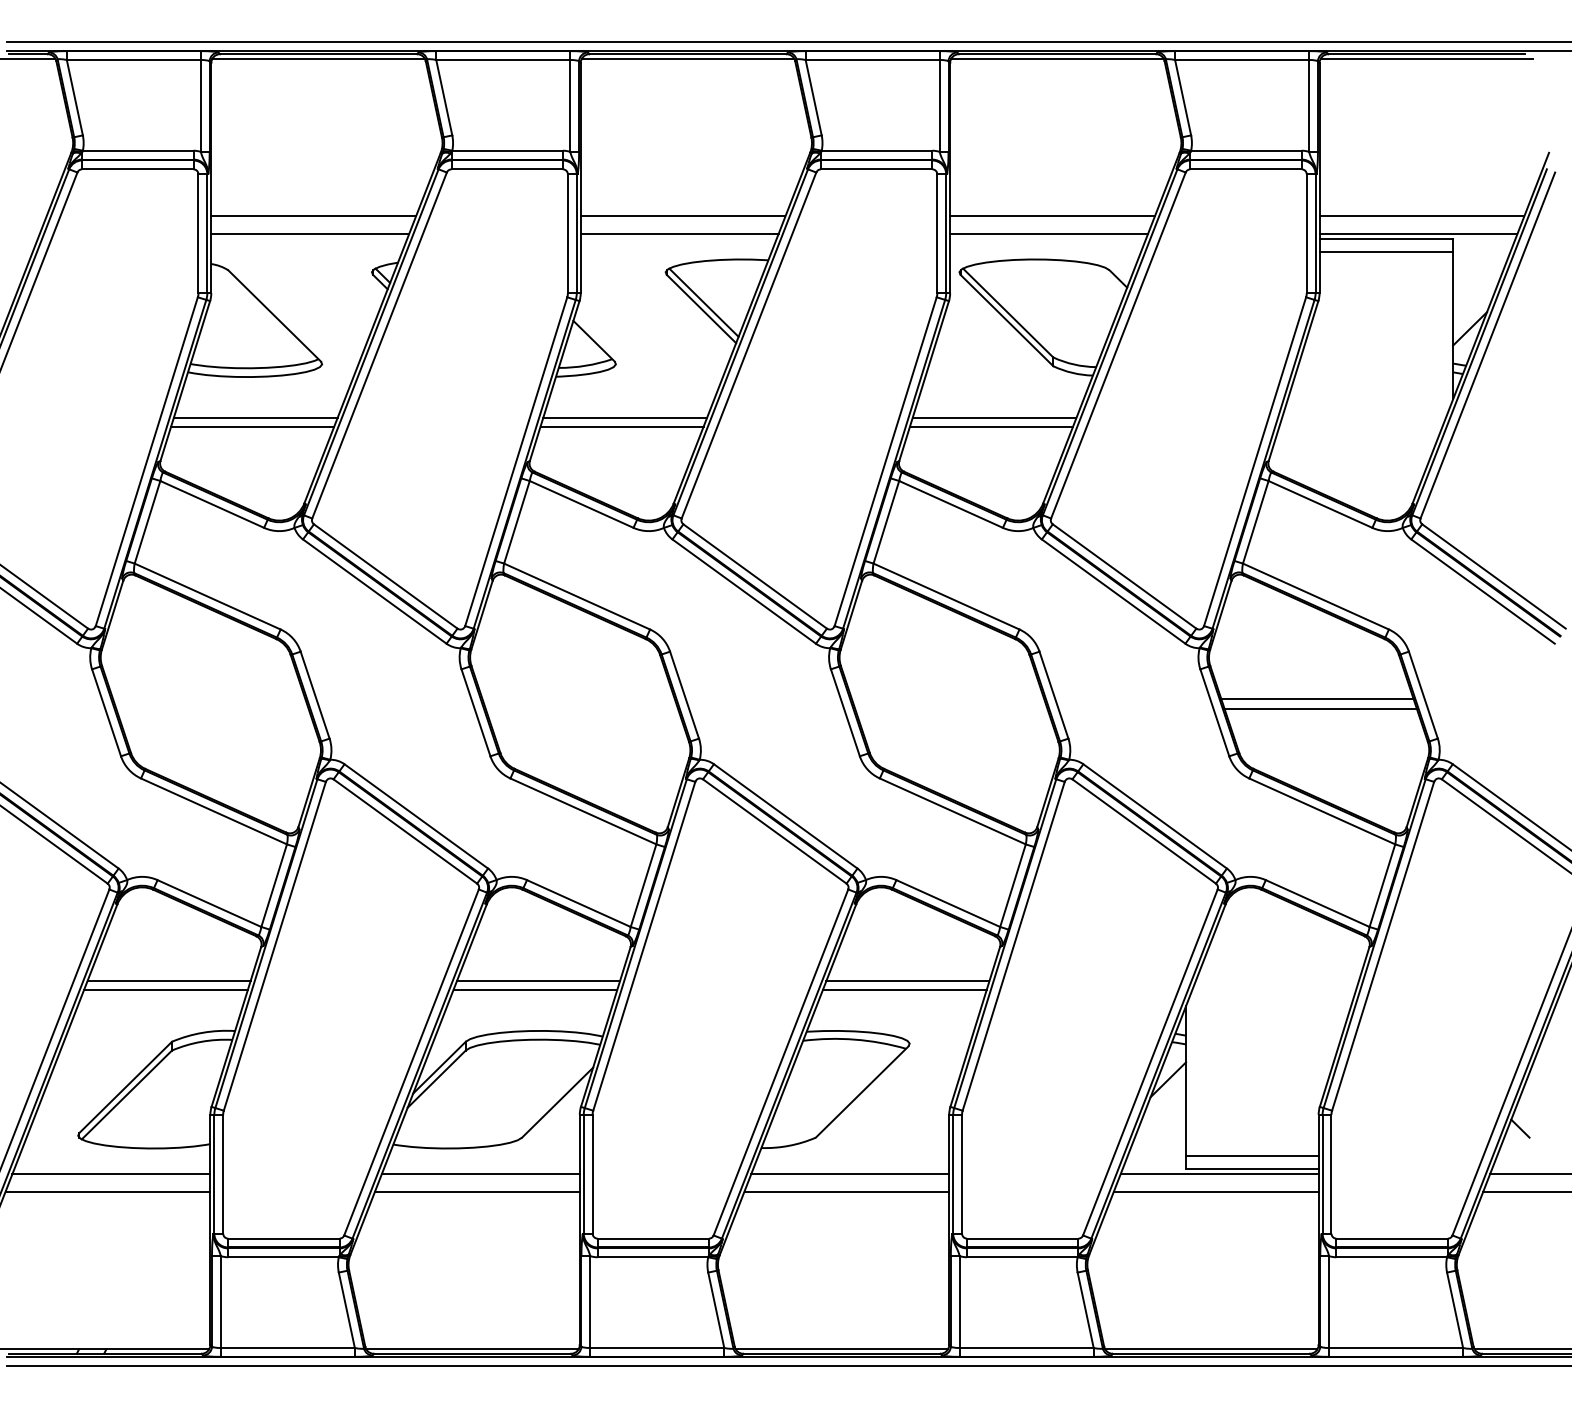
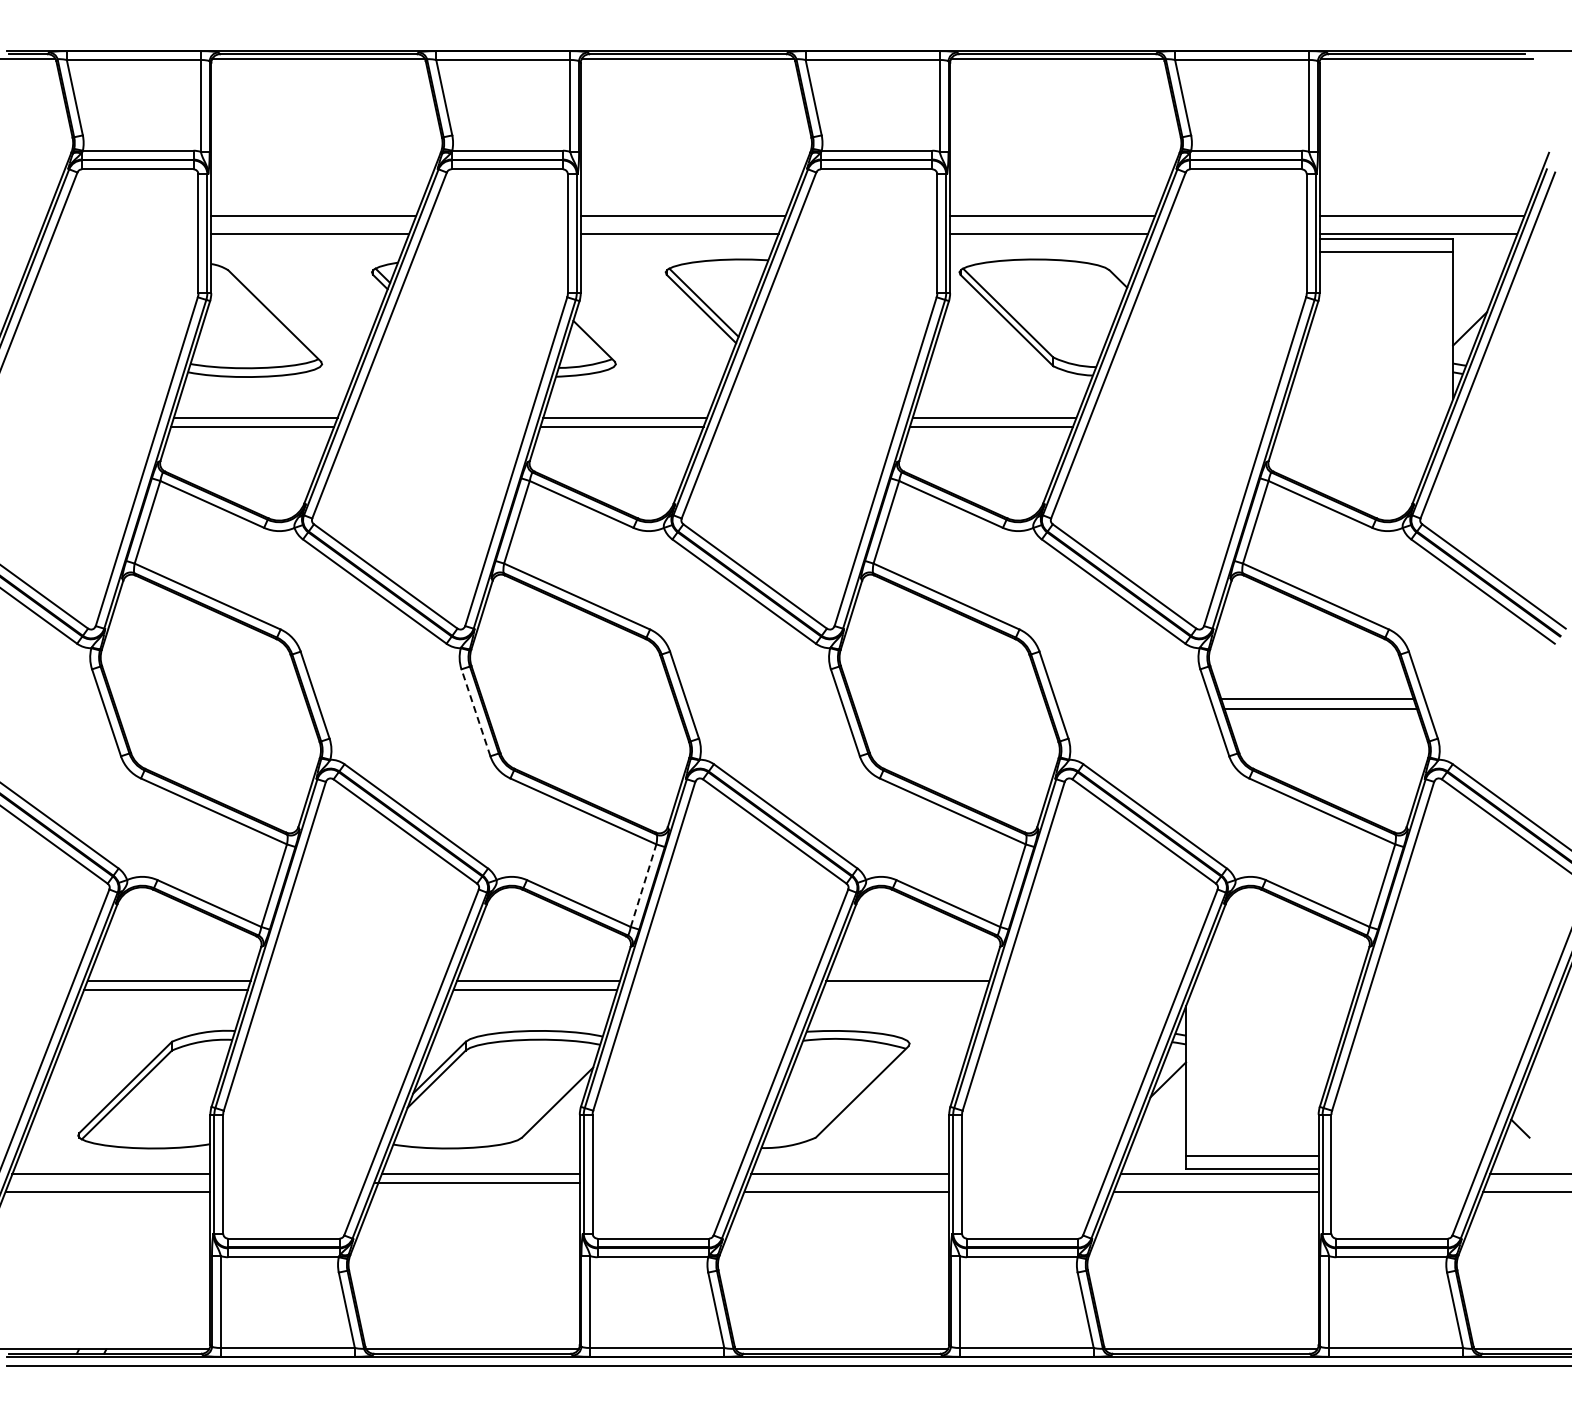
line at (787, 42): present -> none
line at (475, 712): solid -> dashed
line at (643, 885): solid -> dashed
line at (904, 989): present -> none
line at (477, 1191) position: (477, 1191) -> (477, 1182)
